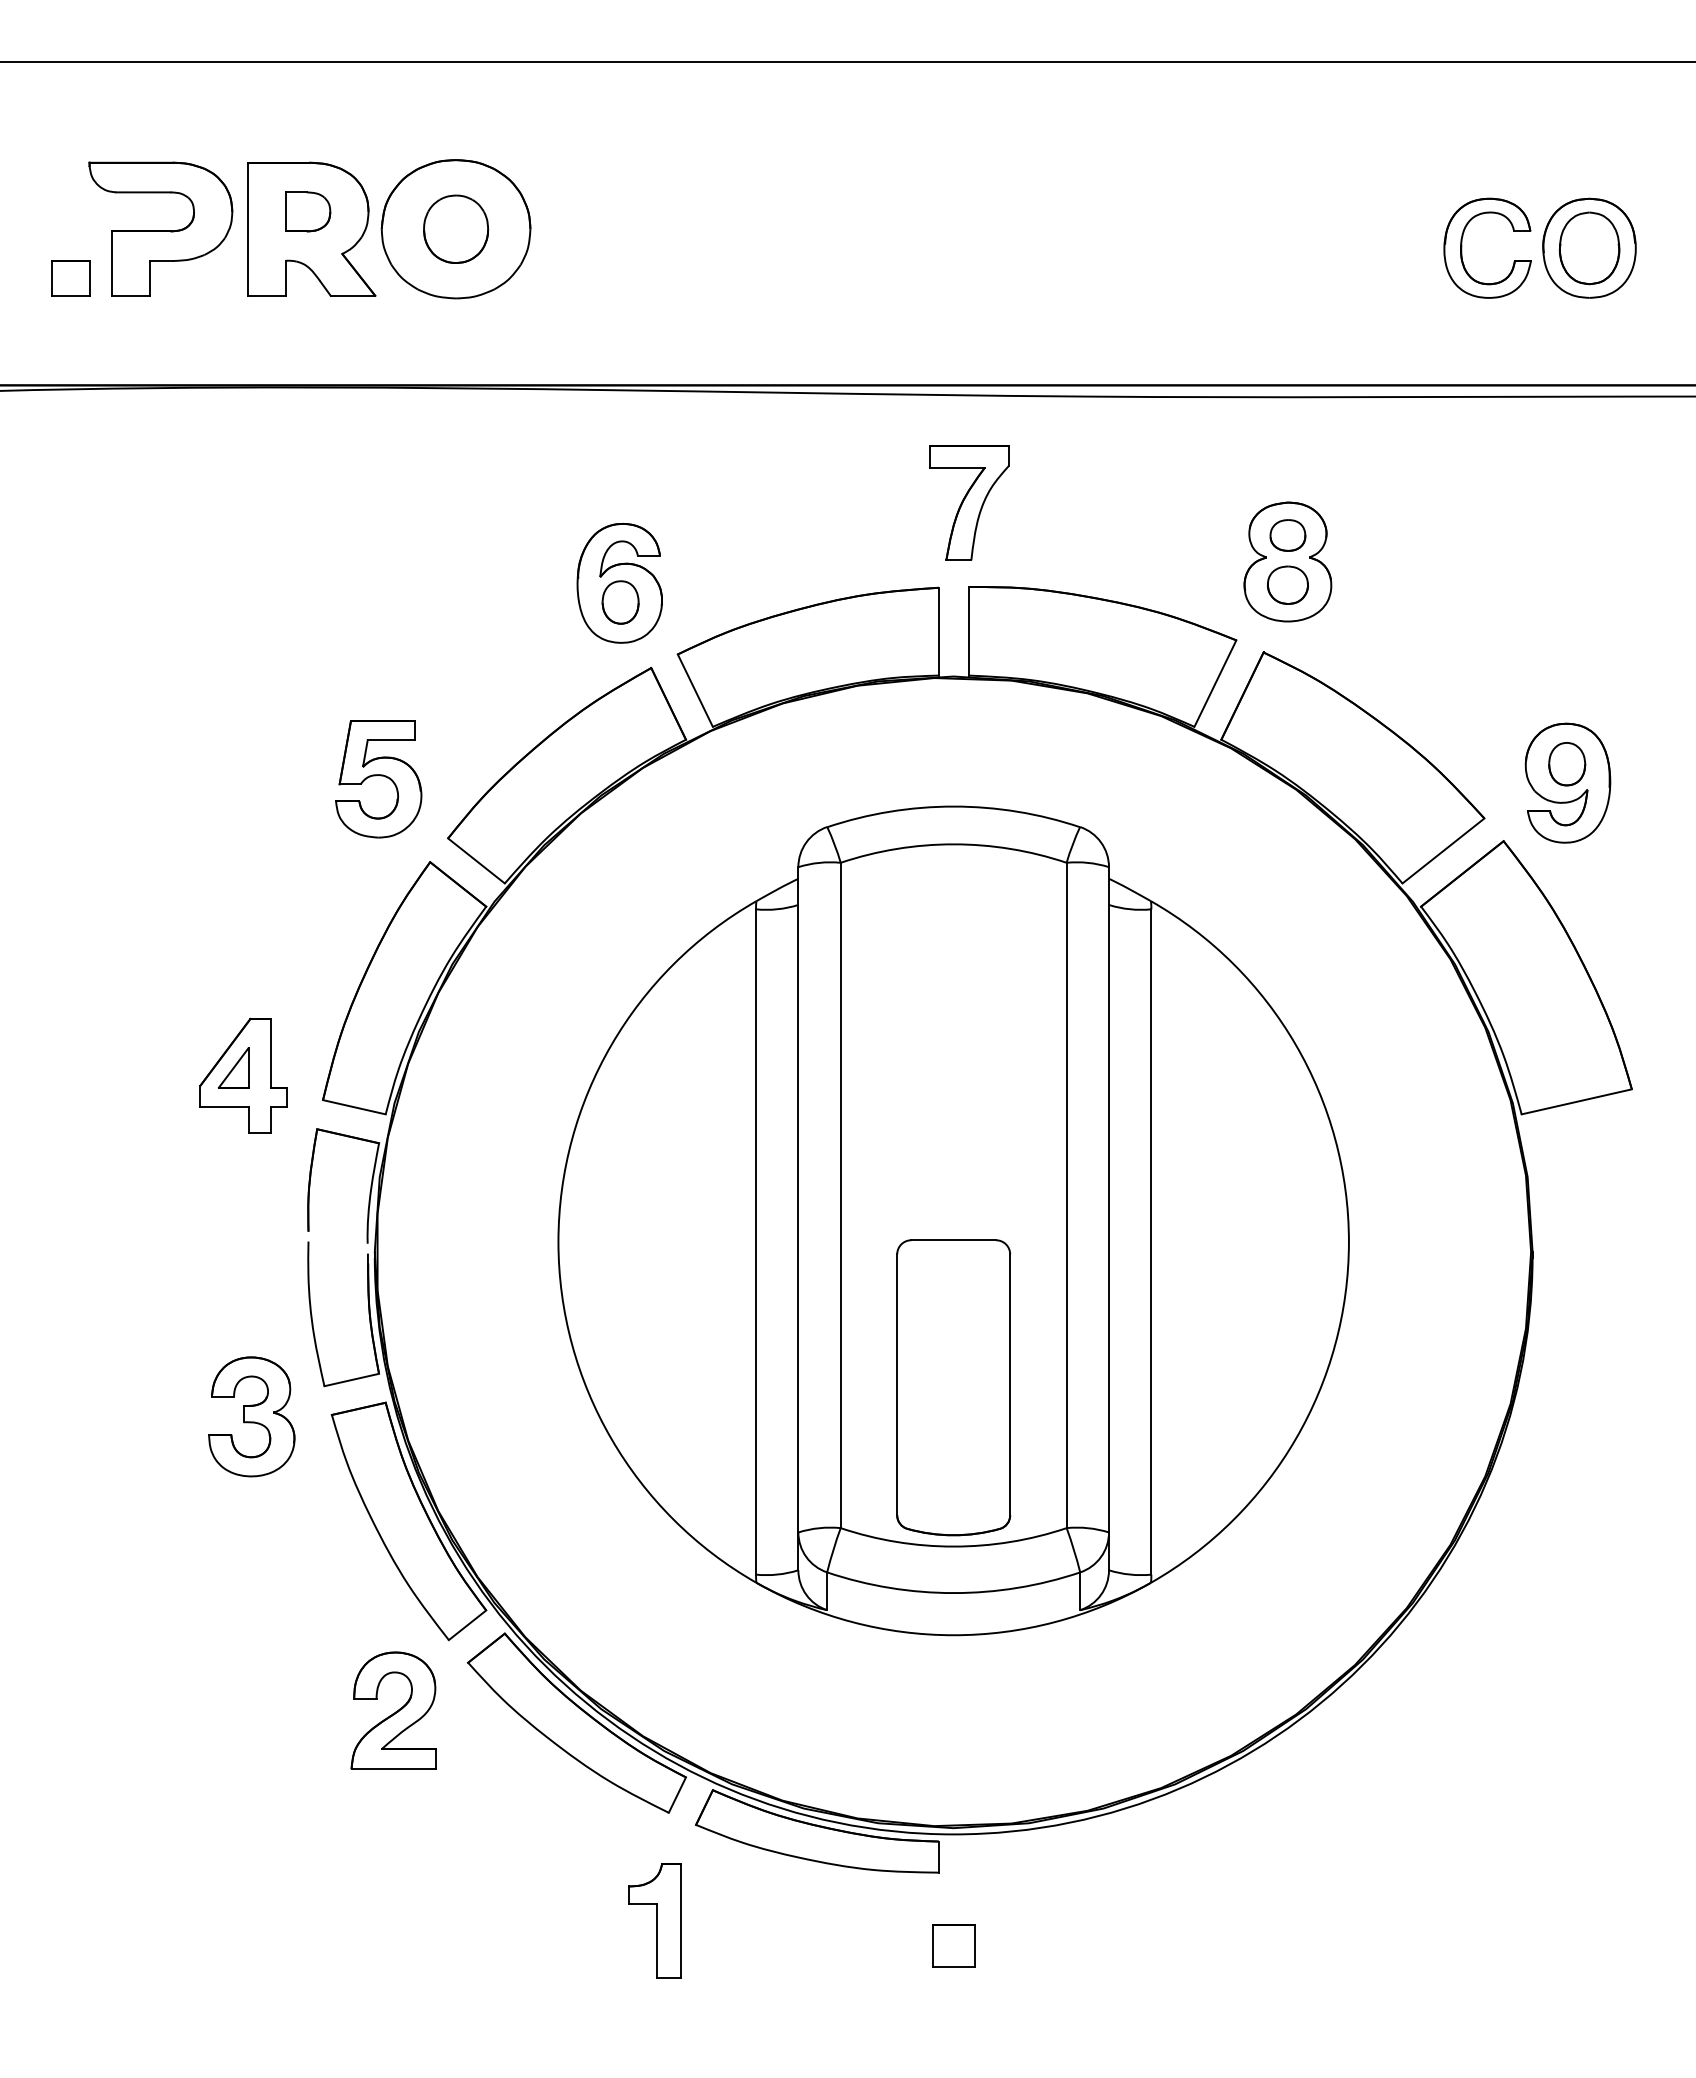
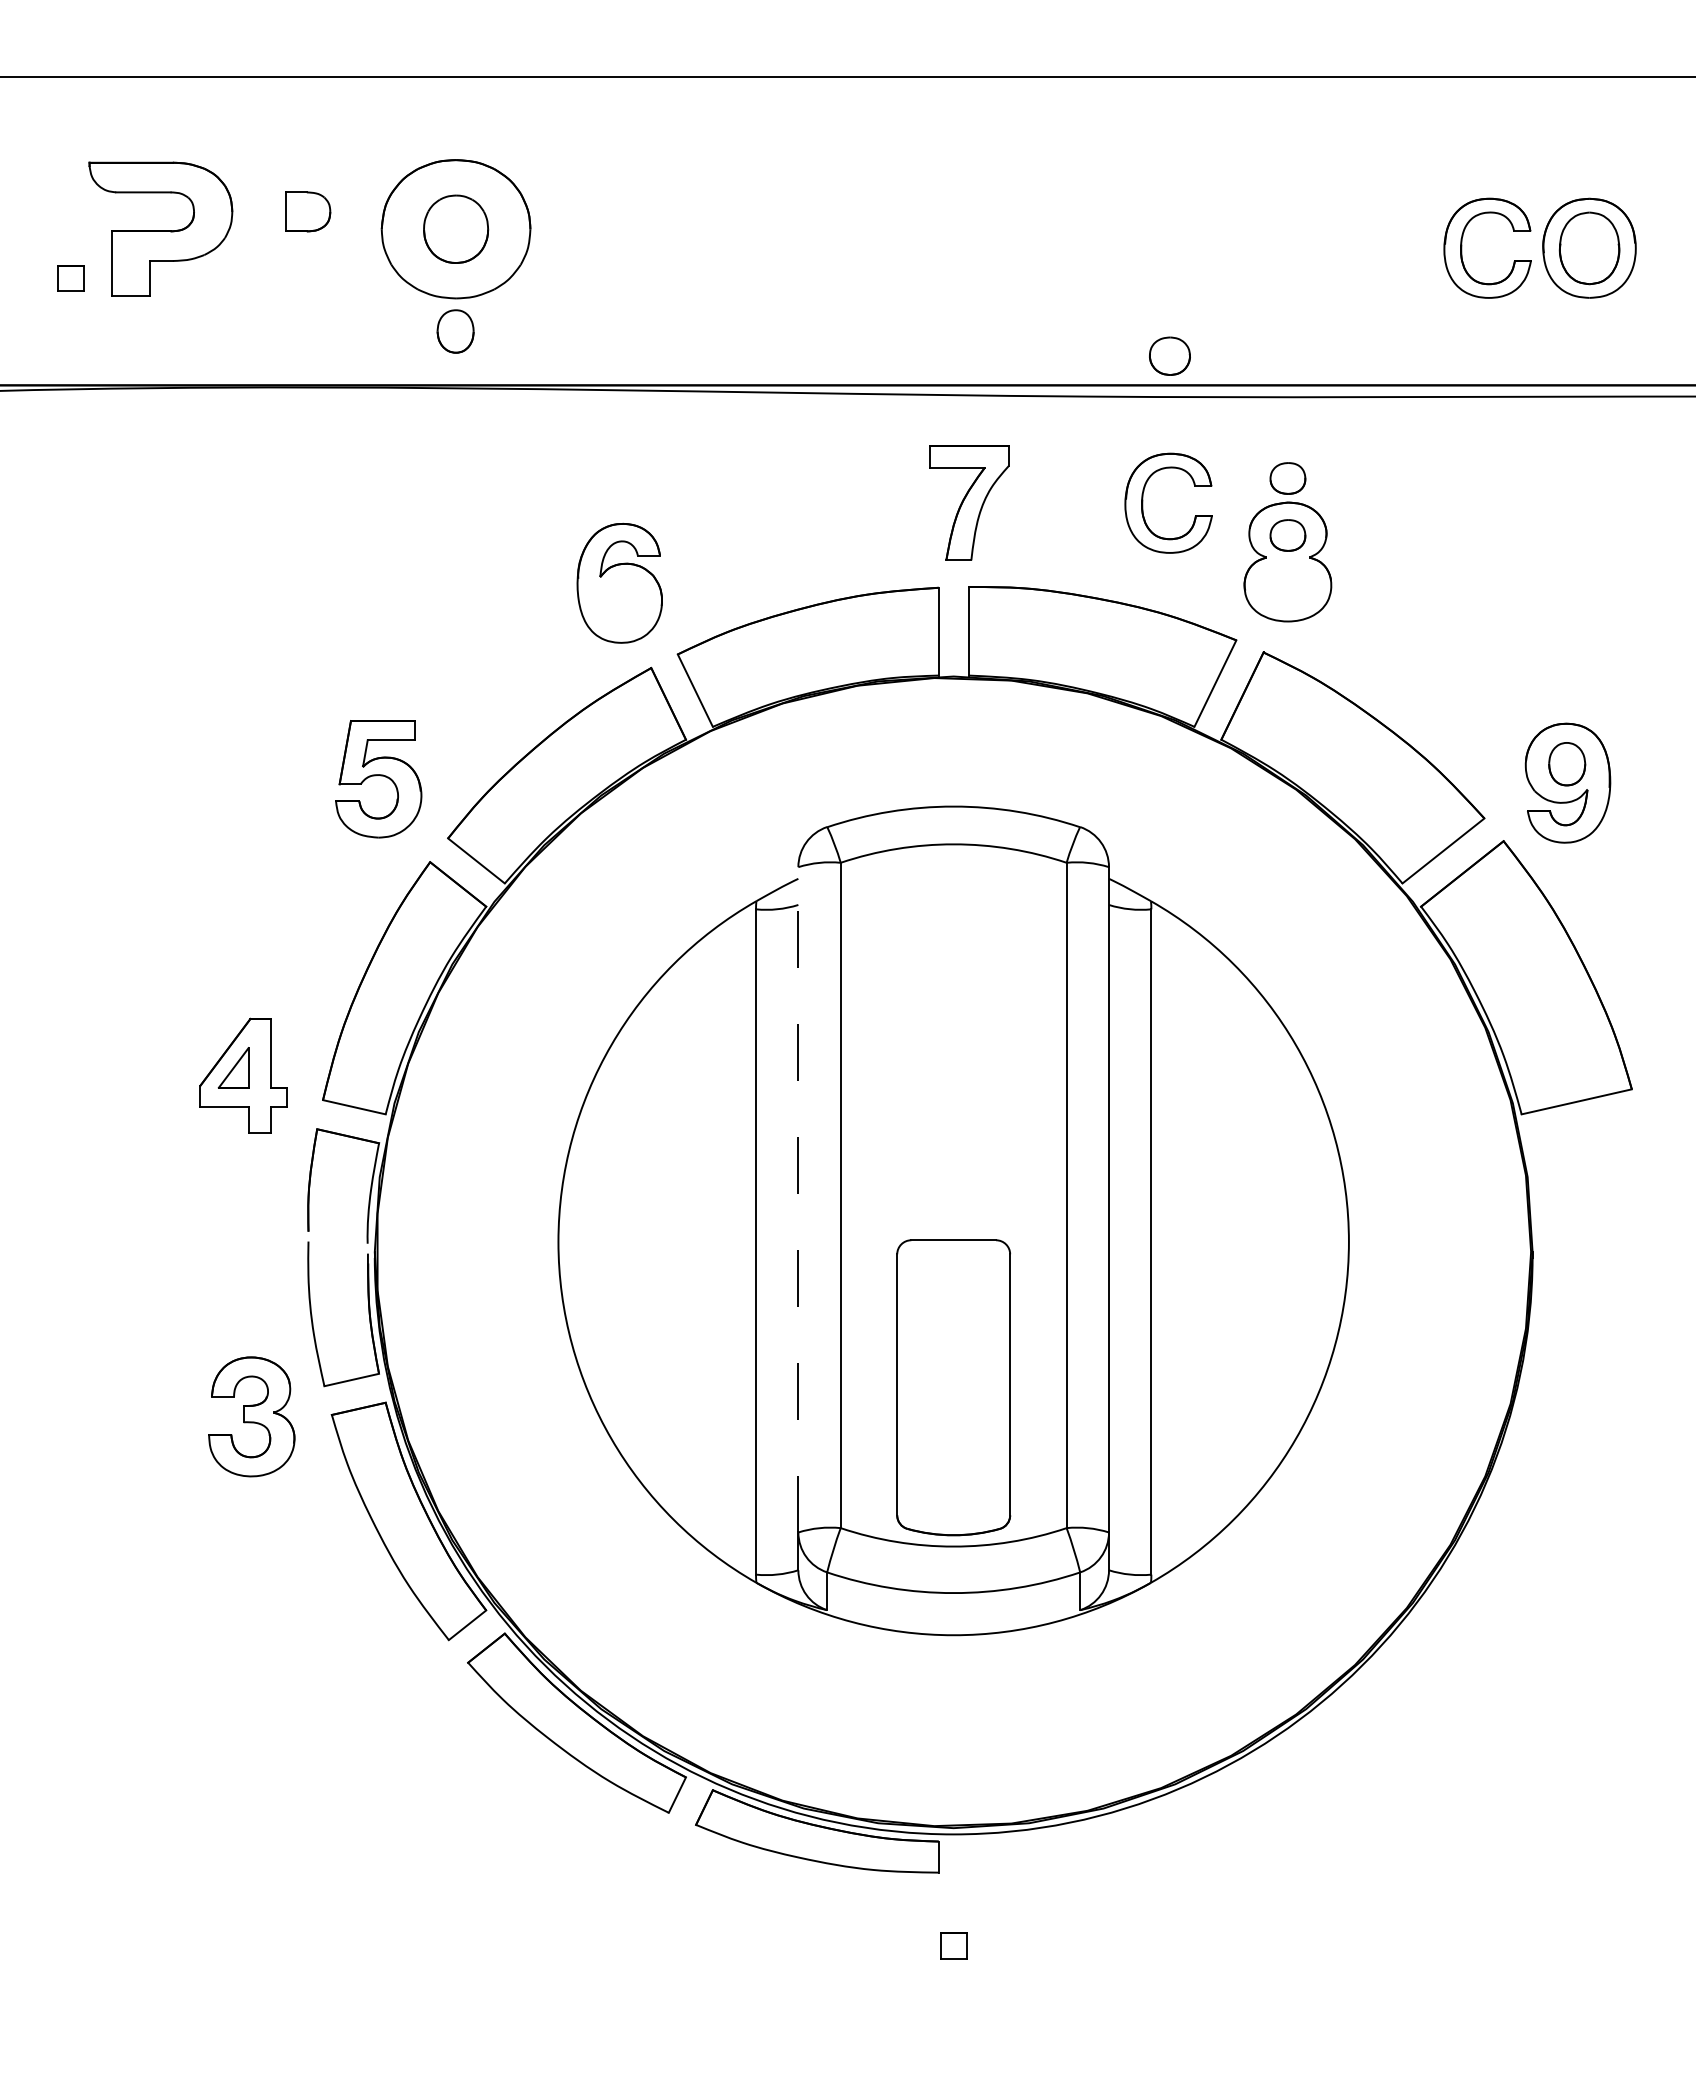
line at (847, 62) position: (847, 62) -> (847, 77)
part at (311, 228): present -> none
part at (70, 278) size: 40x37 px -> 28x27 px
part at (1287, 478): none -> present
part at (1143, 502): none -> present
part at (1287, 584) position: (1287, 584) -> (1169, 355)
part at (620, 602) position: (620, 602) -> (455, 331)
line at (798, 1199): solid -> dashed
part at (393, 1710): present -> none
part at (654, 1920): present -> none
part at (953, 1945) size: 44x44 px -> 28x28 px
